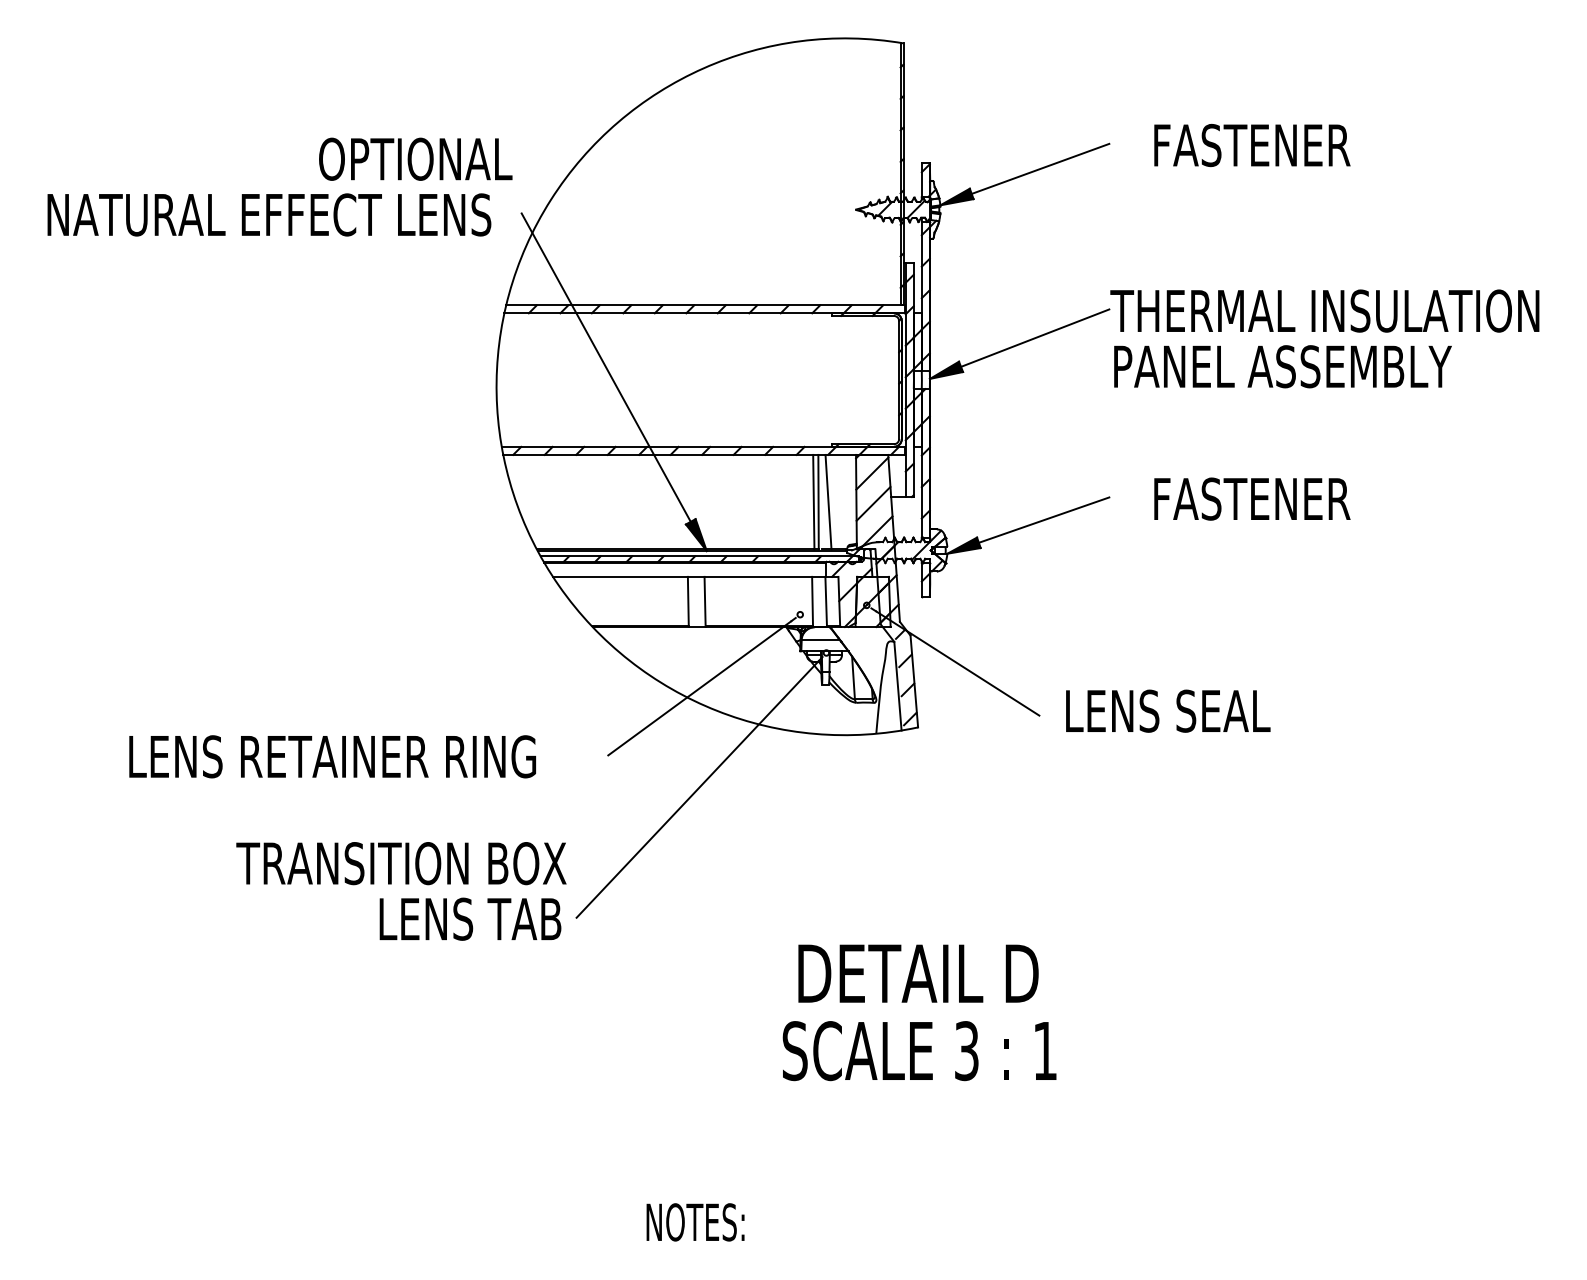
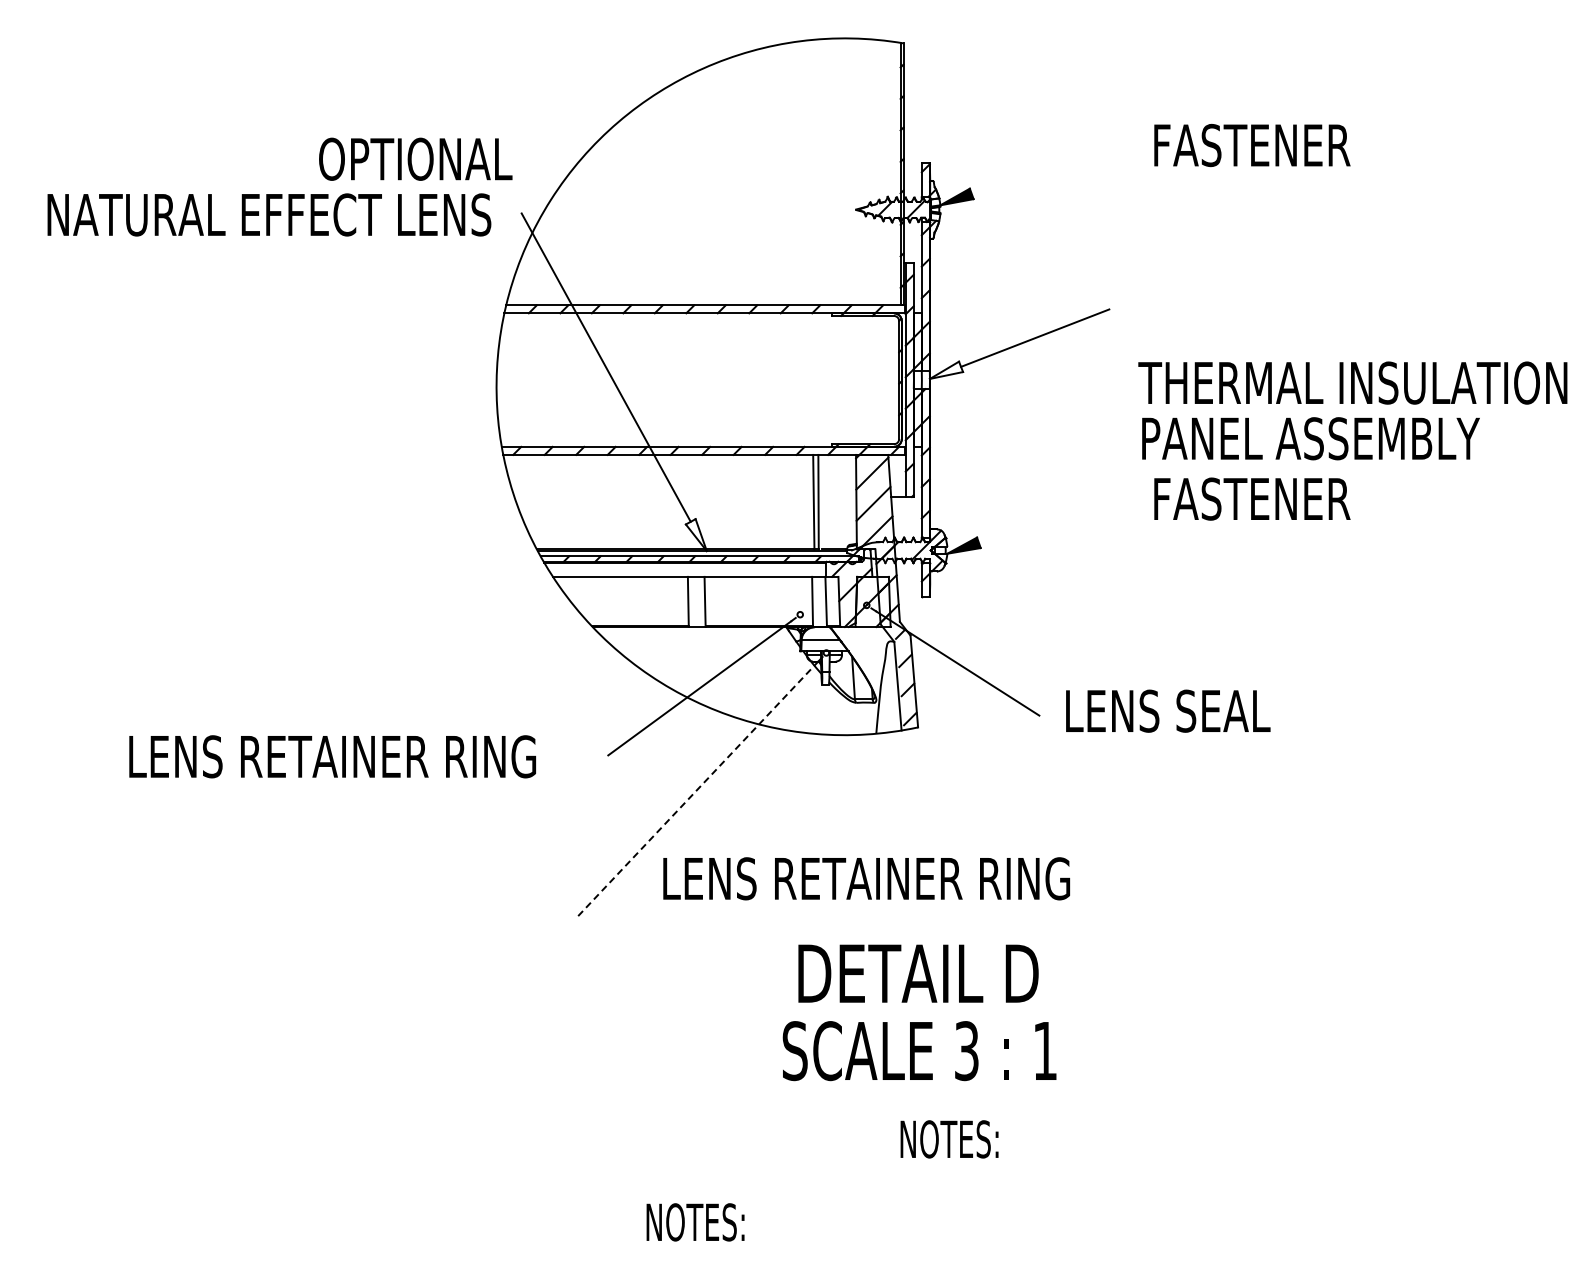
line at (1040, 168): present -> none
part at (1324, 331) position: (1324, 331) -> (1352, 403)
fill at (946, 369): present -> none
line at (828, 501): present -> none
line at (1043, 519): present -> none
fill at (695, 535): present -> none
line at (697, 789): solid -> dashed
part at (866, 878): none -> present
part at (401, 898): present -> none
part at (949, 1139): none -> present
